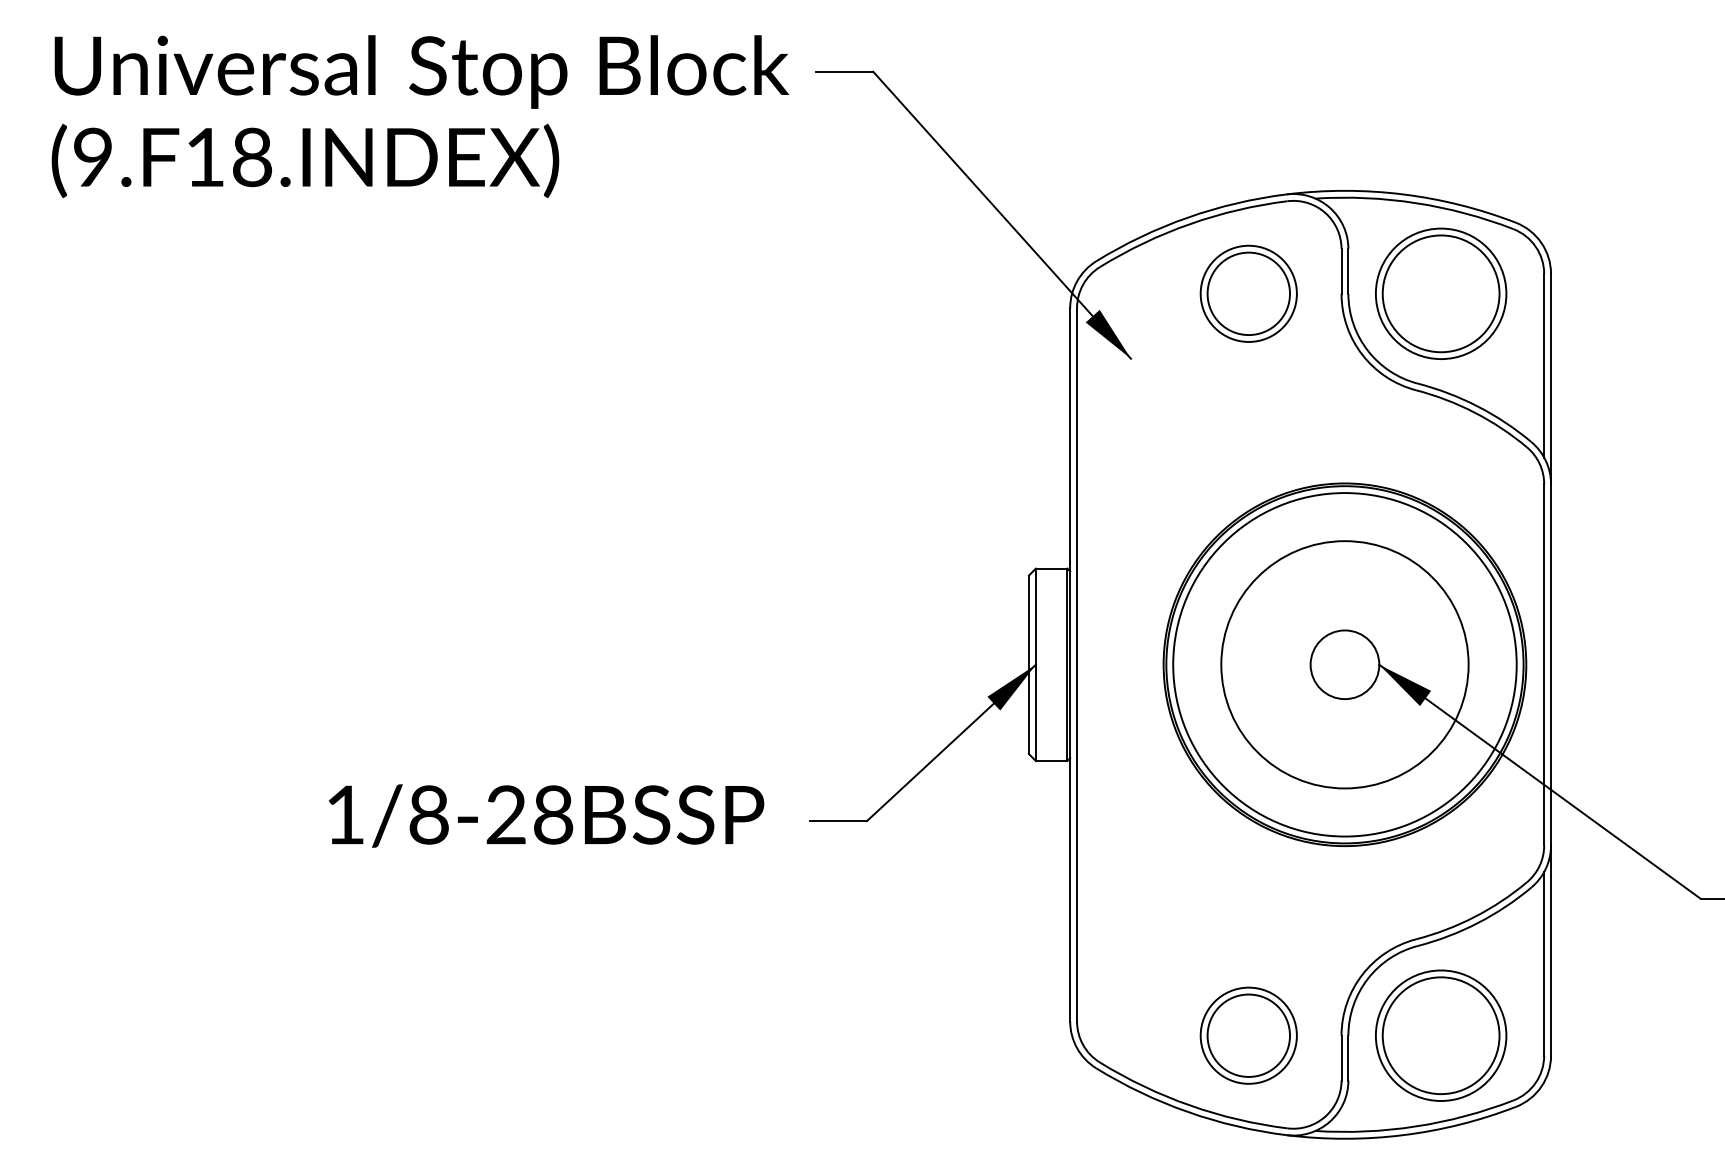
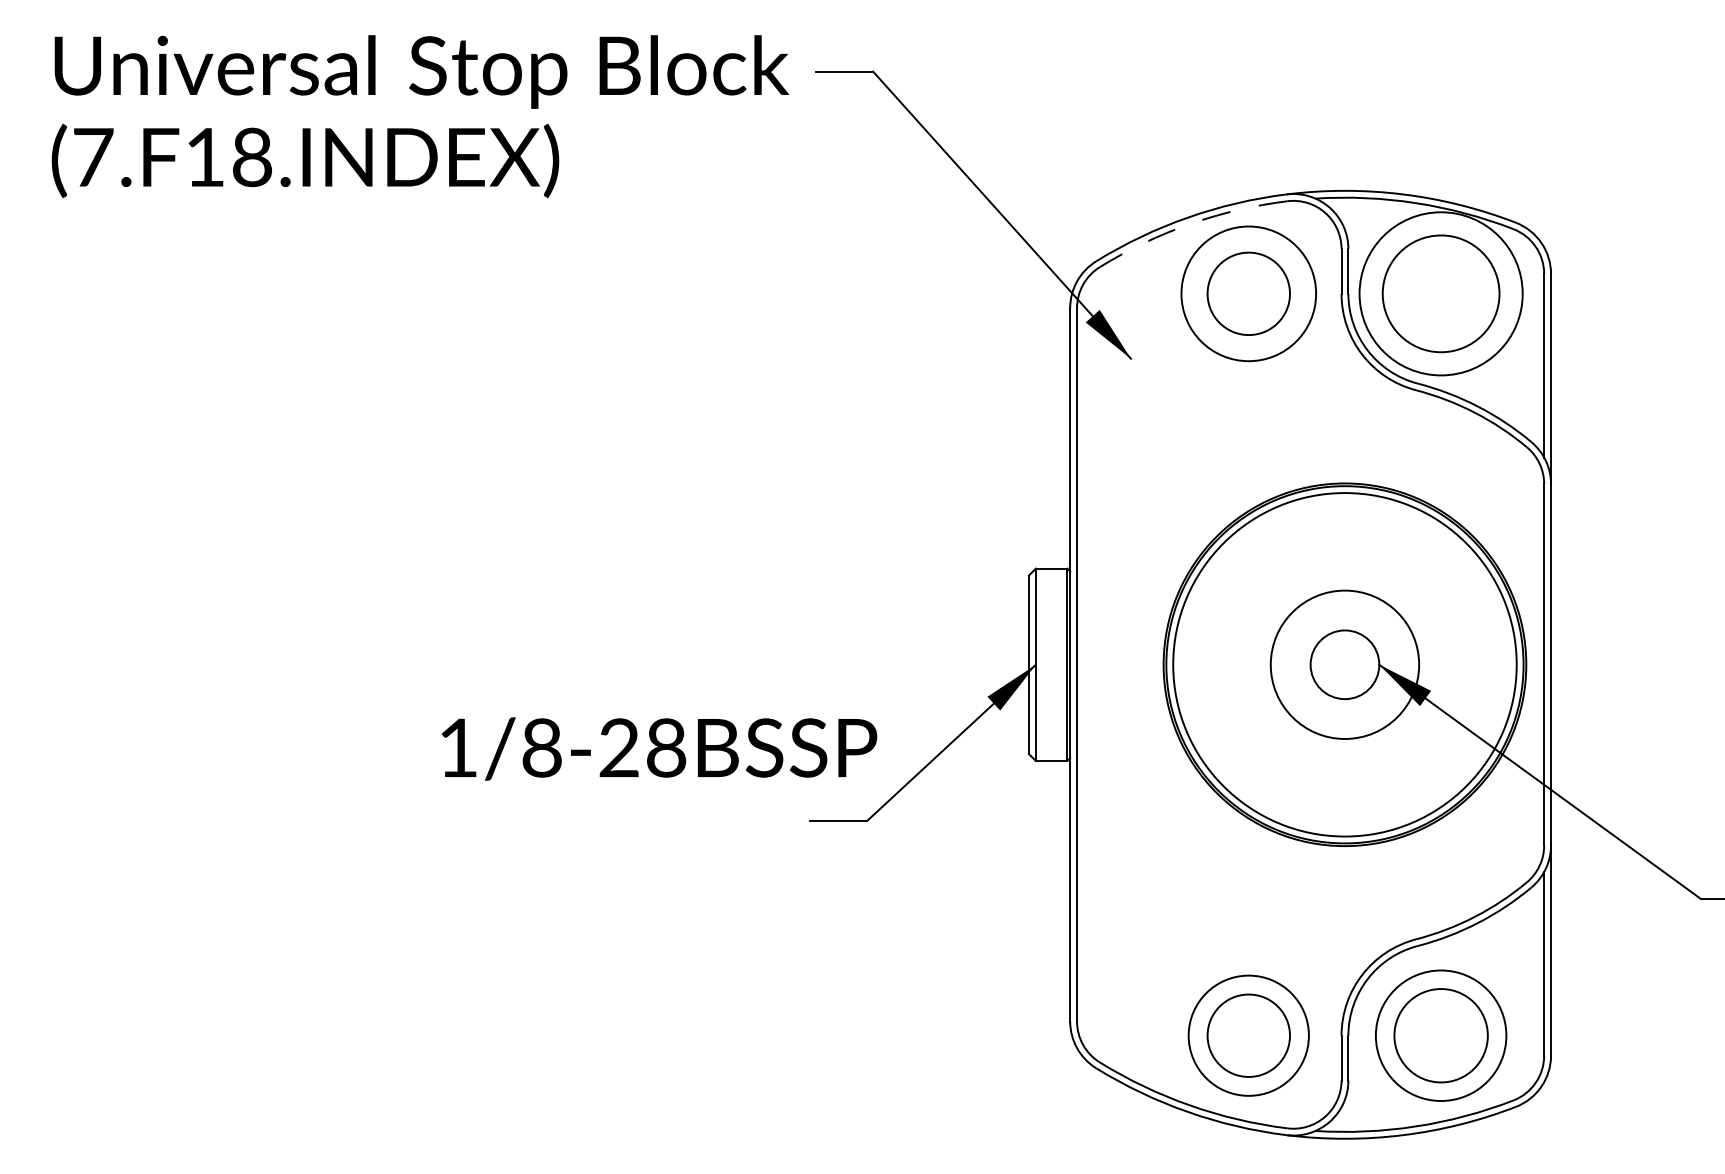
text at (93, 156): (9.F18.INDEX) -> (7.F18.INDEX)
arc at (1190, 224): solid -> dashed
circle at (1248, 293) diameter: 96 px -> 135 px
circle at (1440, 293) diameter: 131 px -> 163 px
circle at (1344, 664) diameter: 247 px -> 148 px
text at (546, 815) position: (546, 815) -> (659, 748)
circle at (1248, 1035) diameter: 96 px -> 120 px
circle at (1440, 1035) diameter: 117 px -> 93 px
